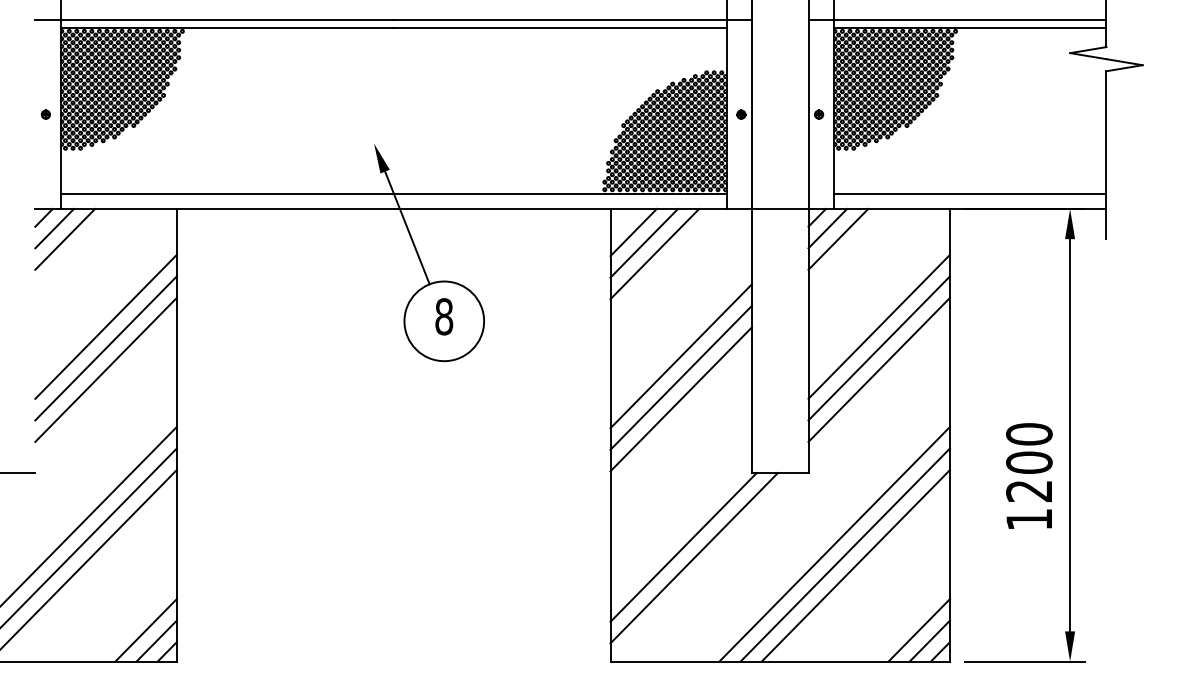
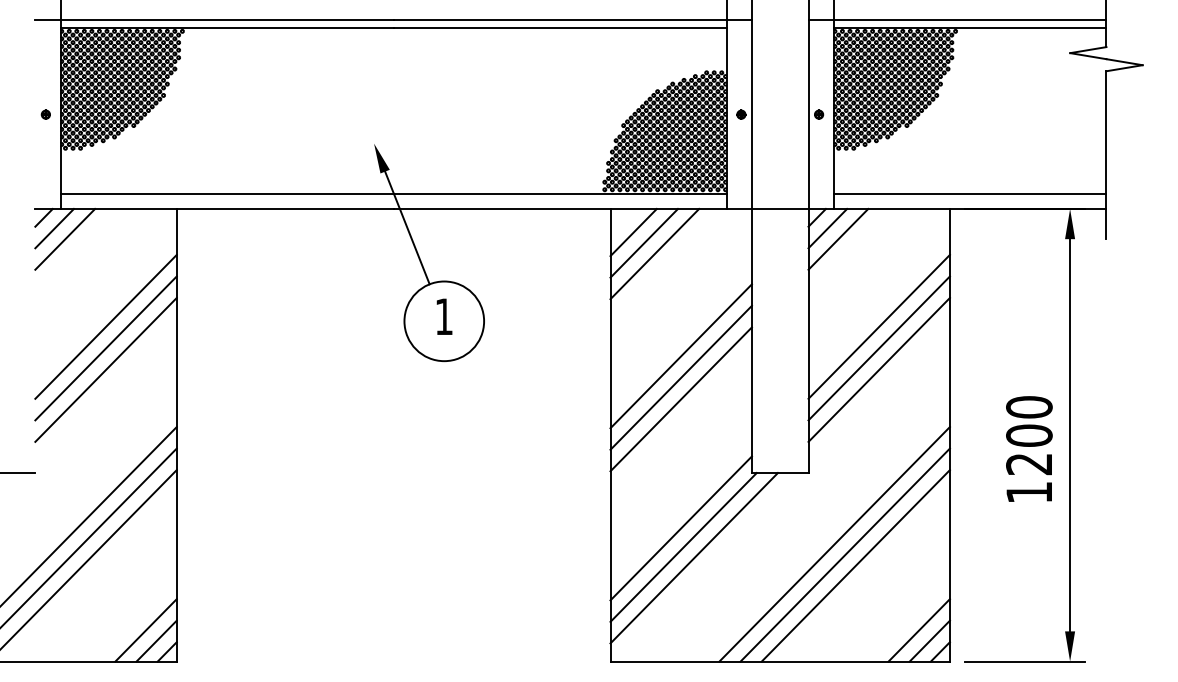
text at (444, 316): 8 -> 1
text at (1029, 475) position: (1029, 475) -> (1029, 448)
line at (680, 528): none -> present
